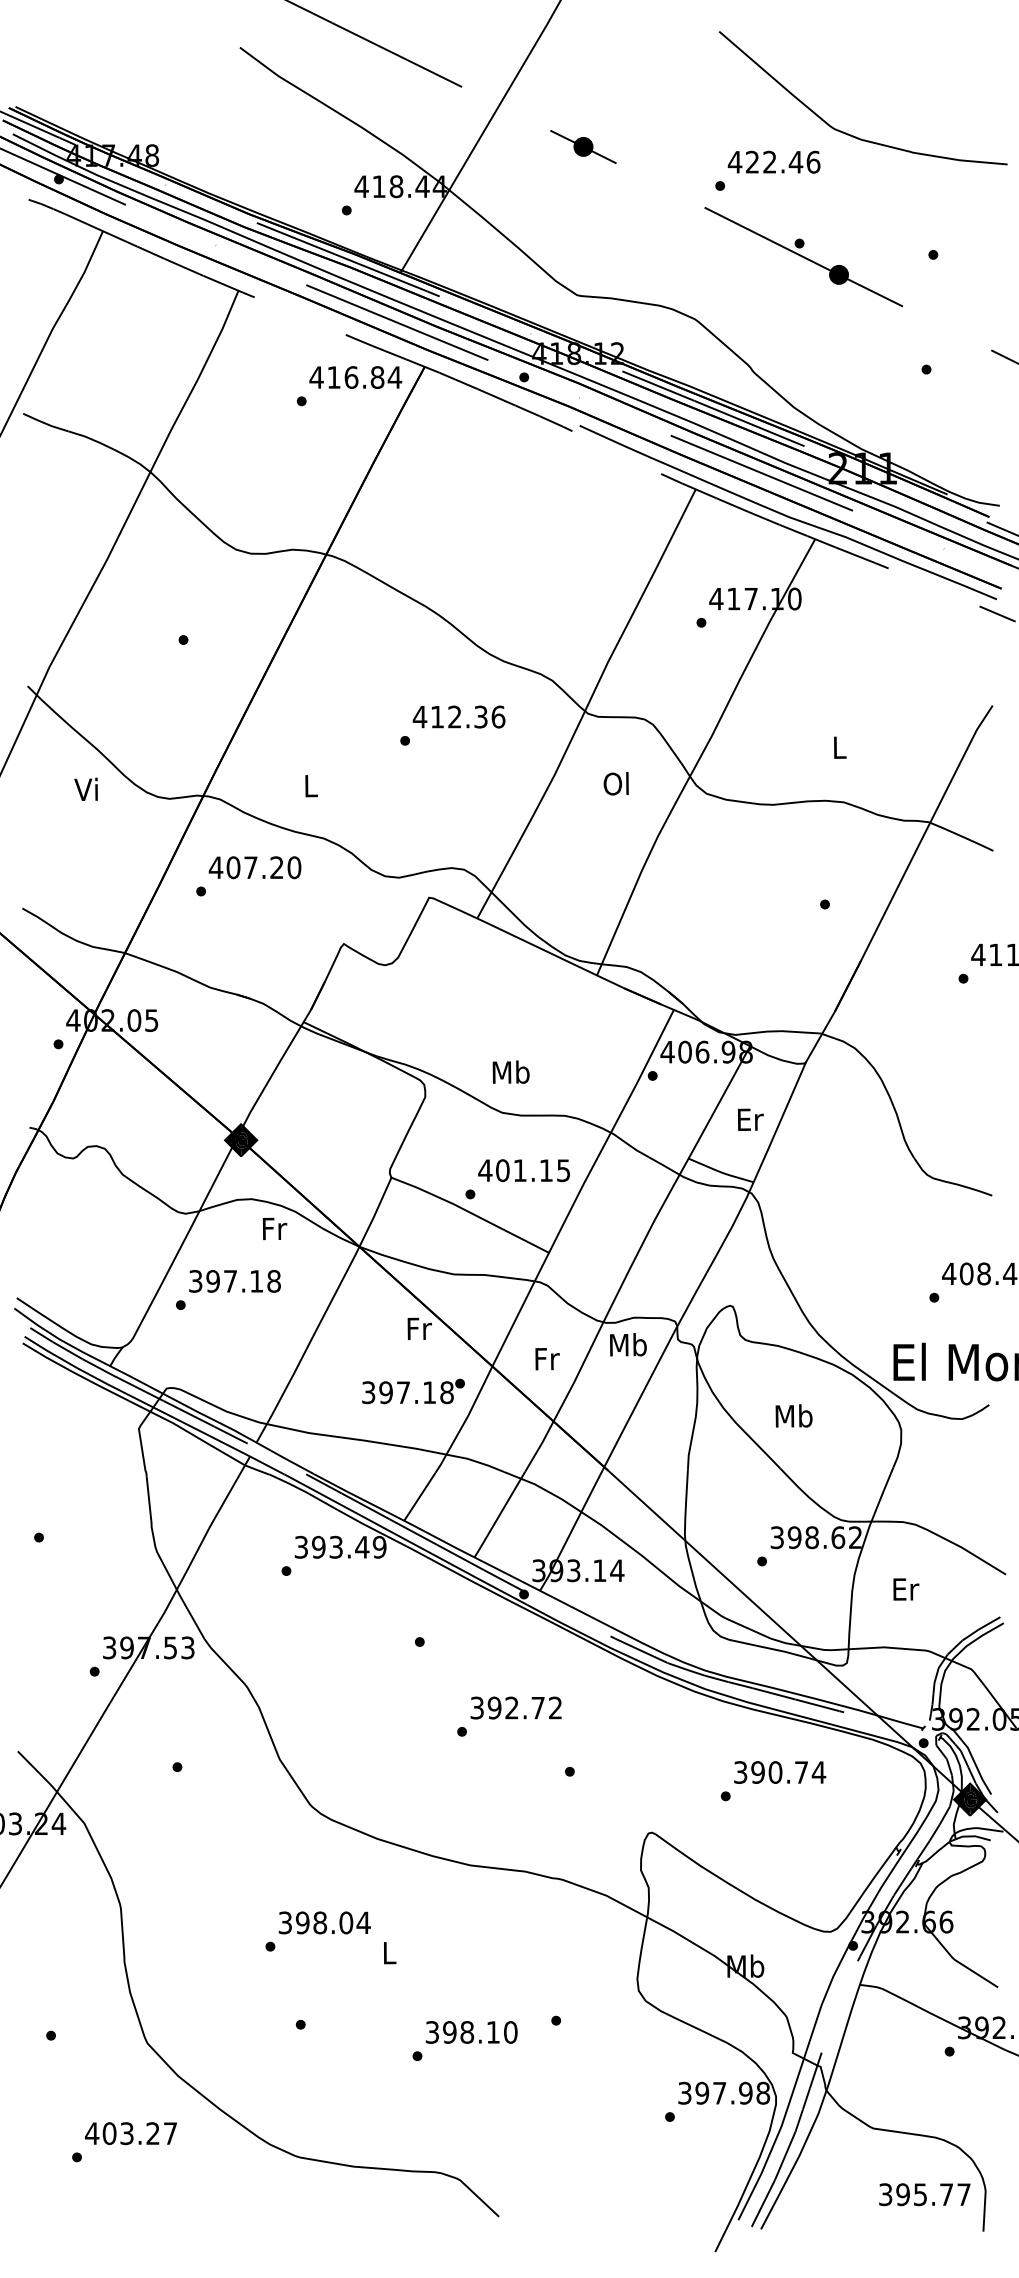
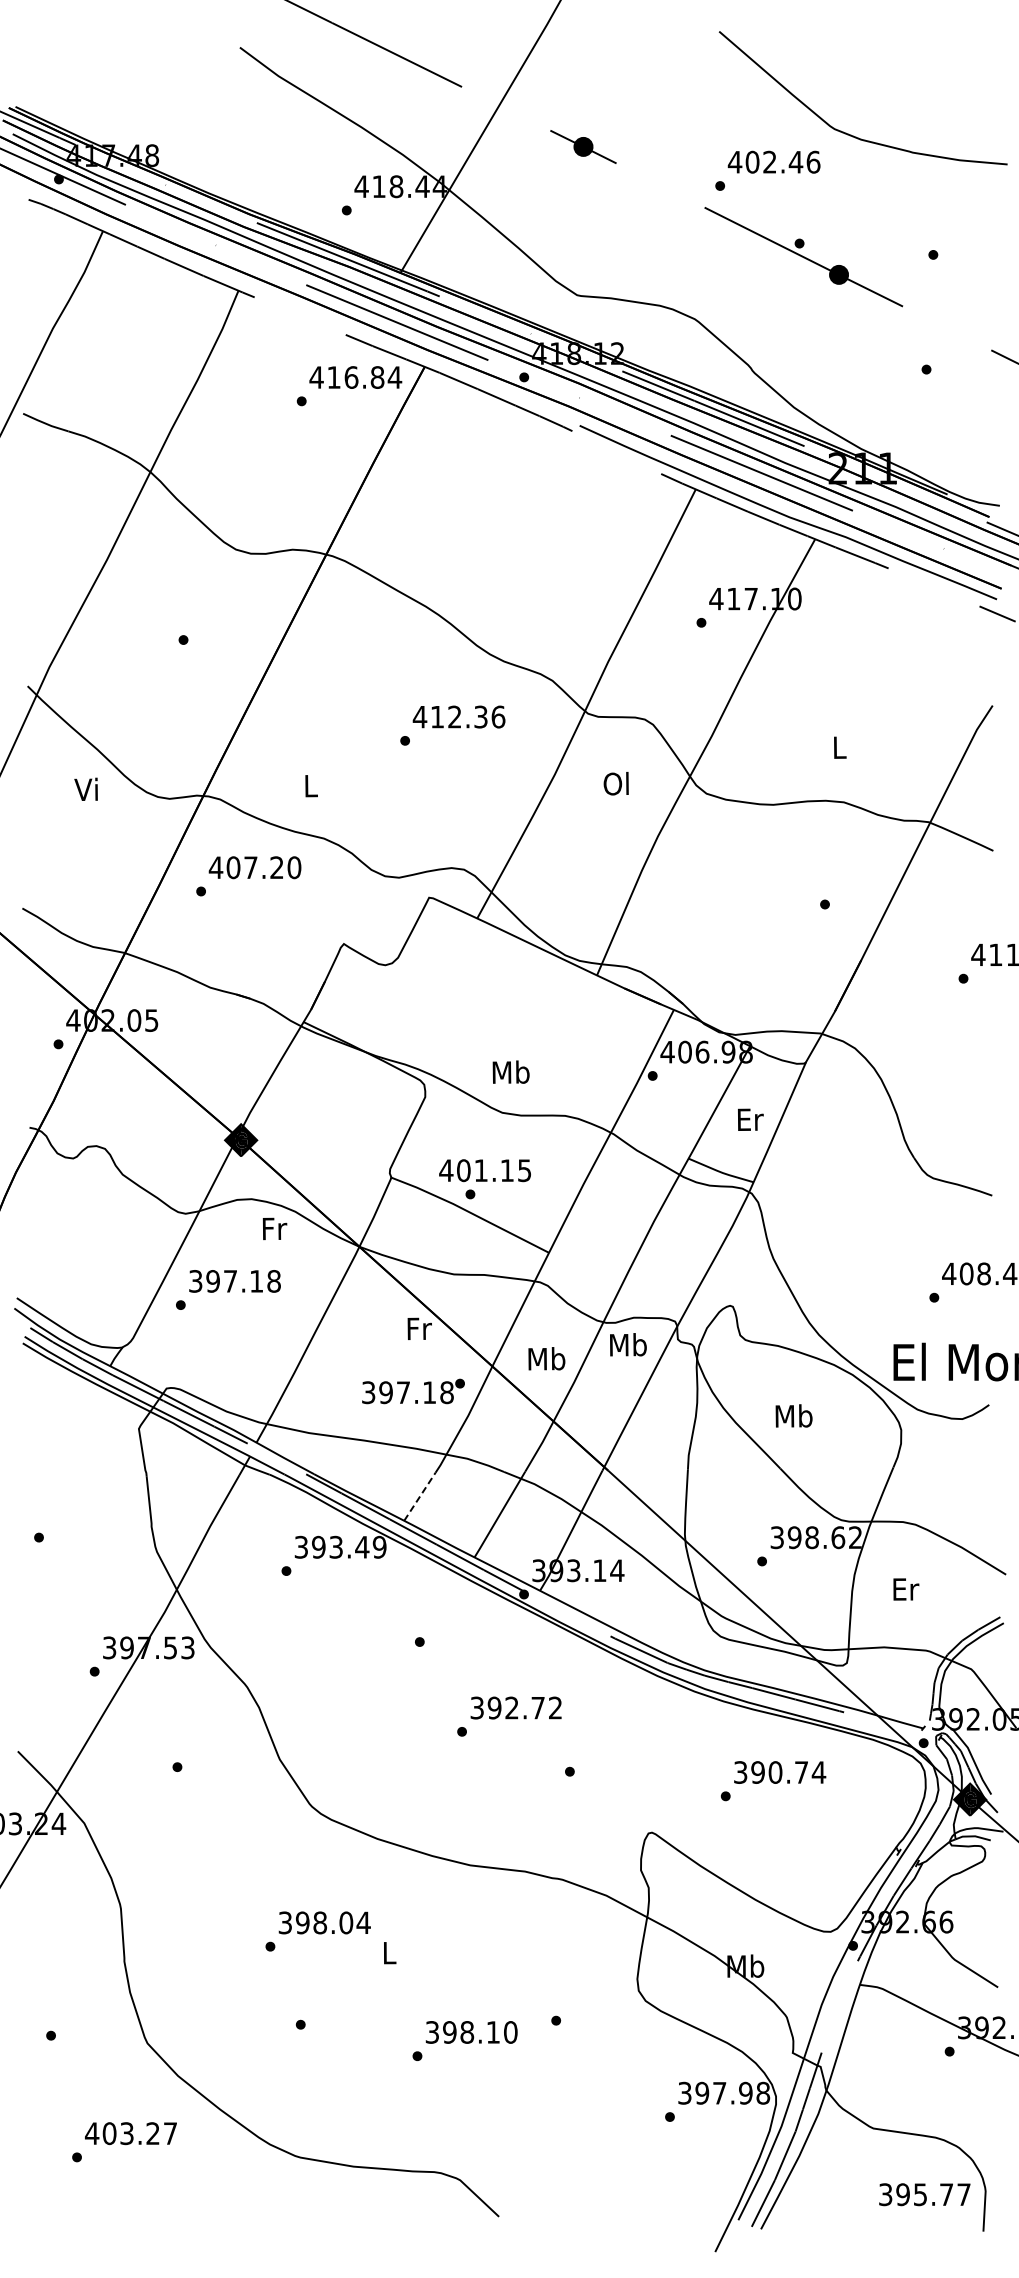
text at (752, 161): 422.46 -> 402.46
text at (523, 1170) position: (523, 1170) -> (484, 1170)
text at (546, 1358): Fr -> Mb
line at (420, 1496): solid -> dashed
